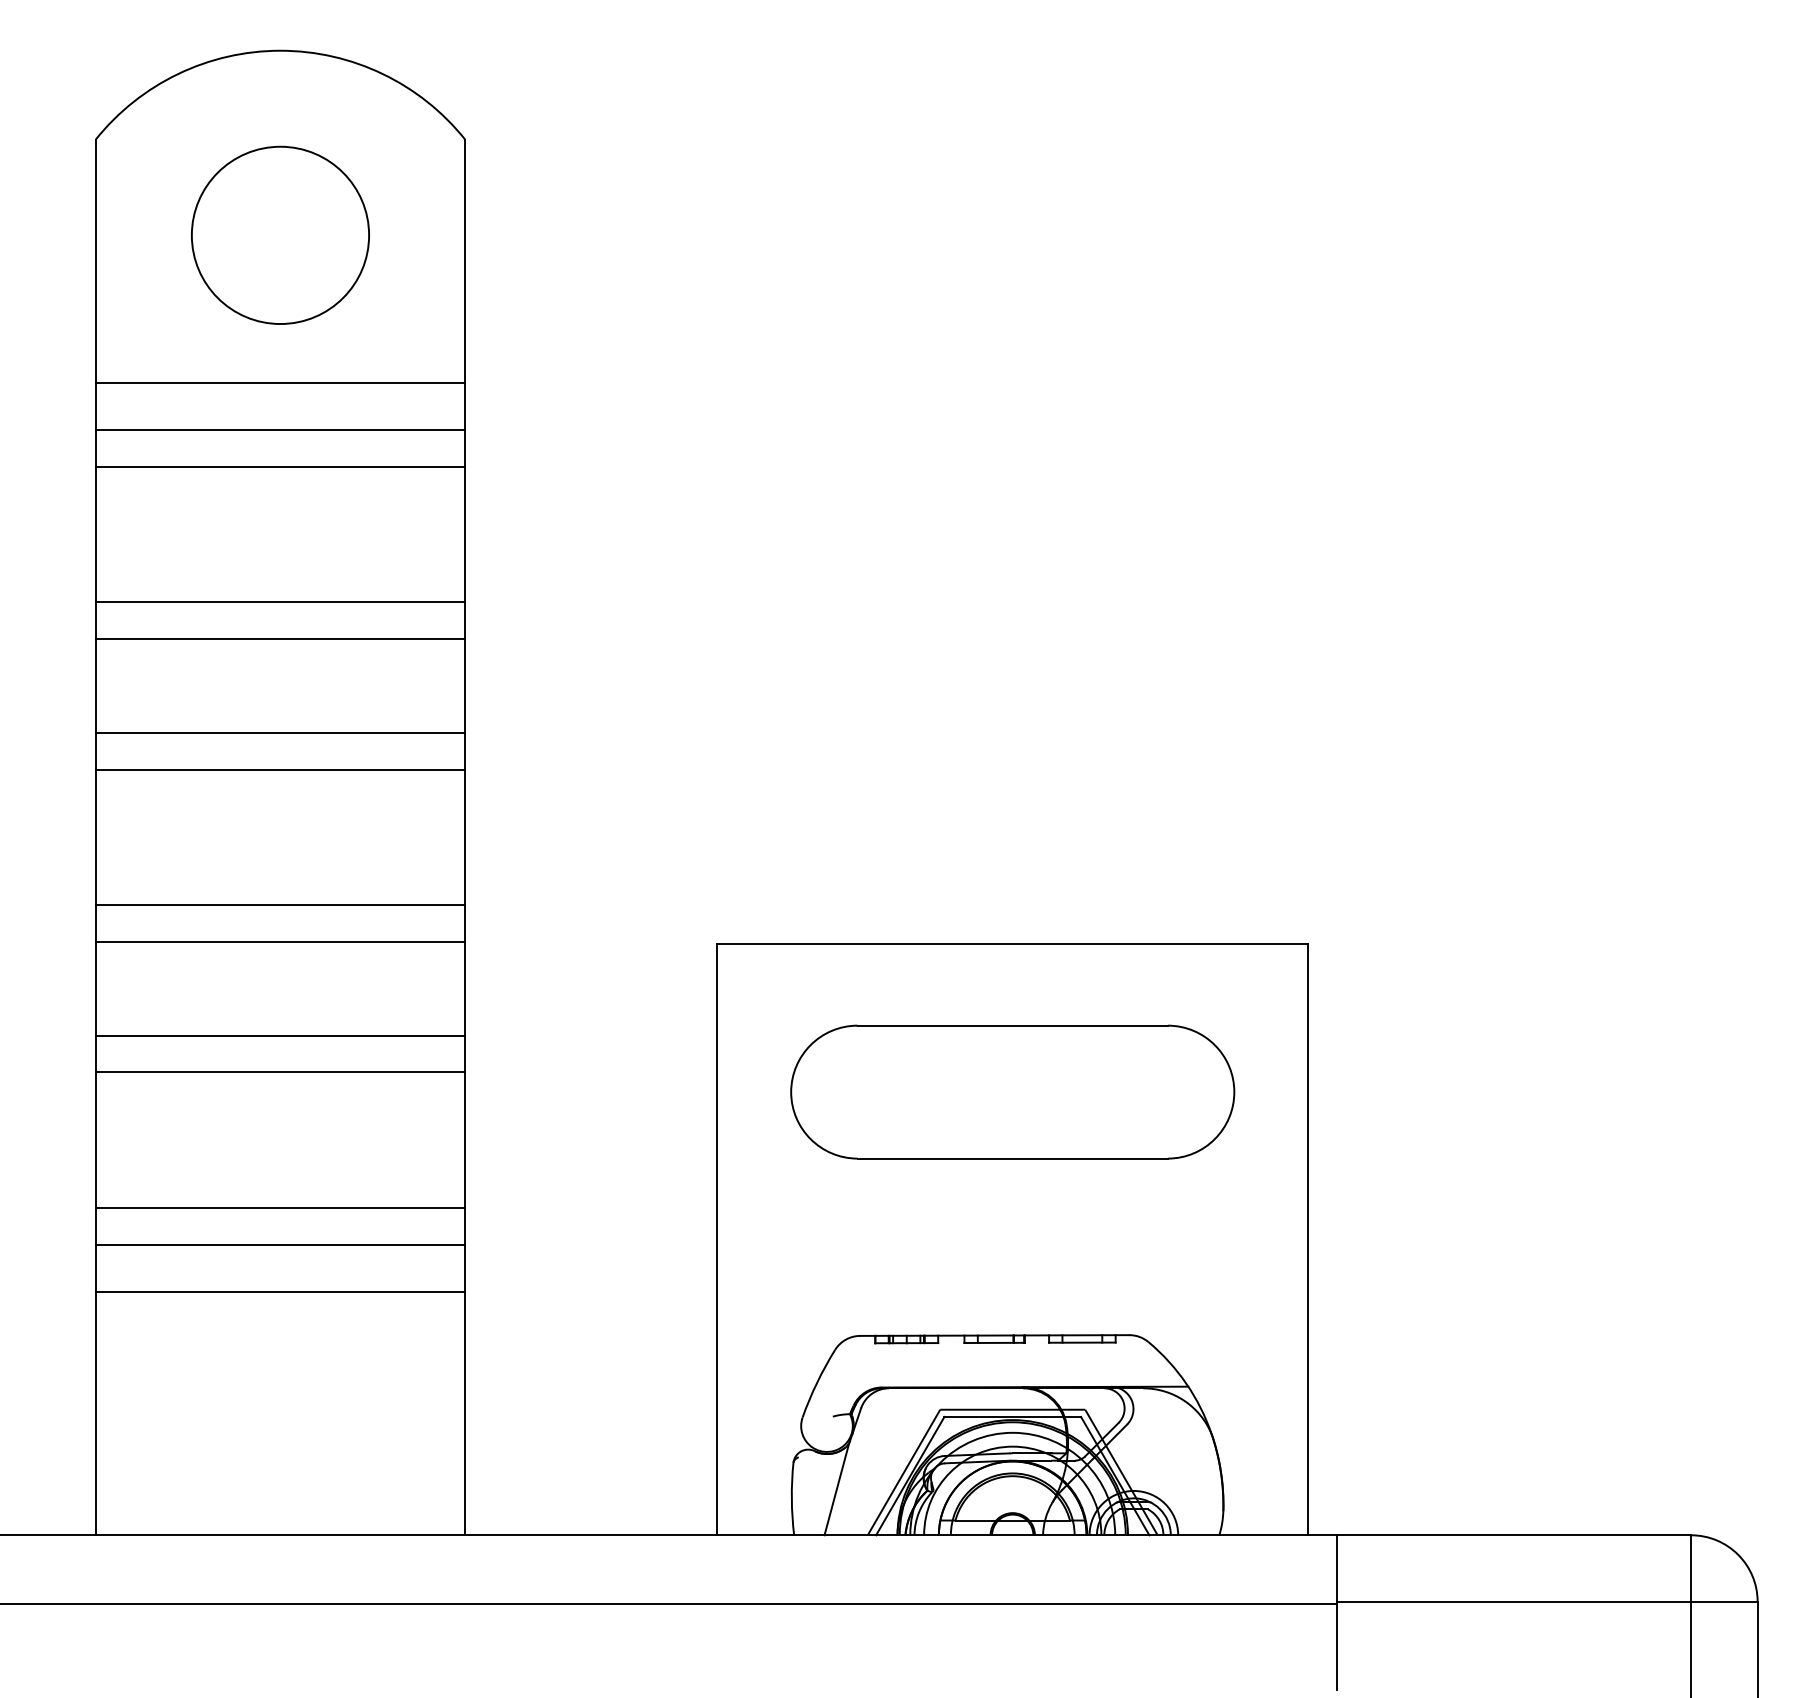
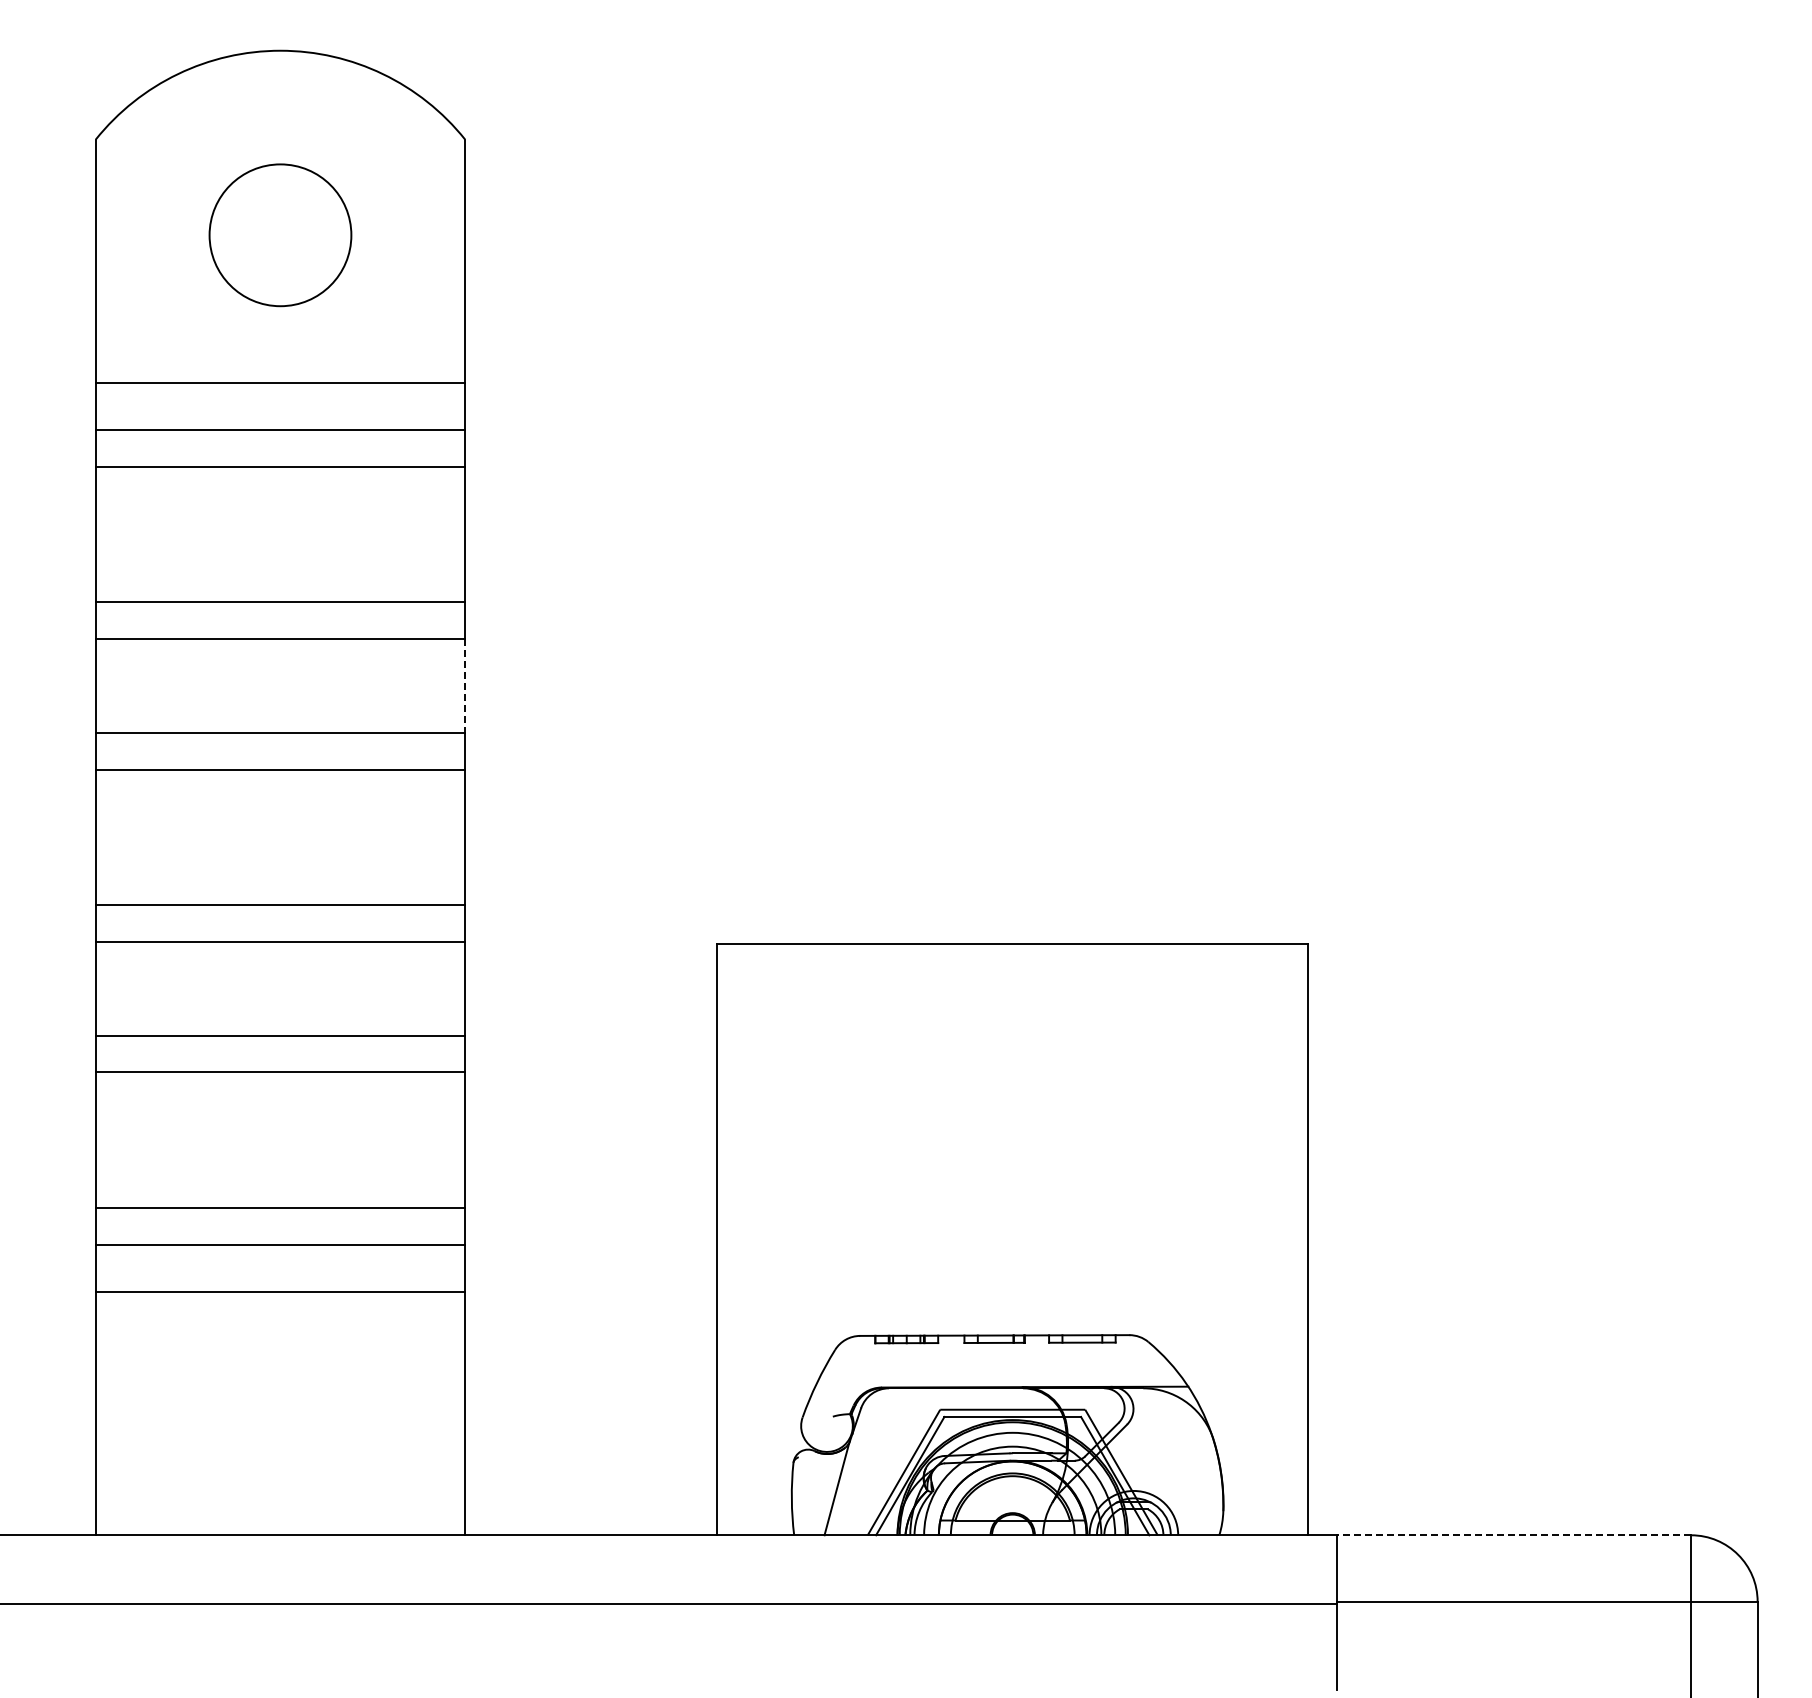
circle at (280, 234) size: 179x180 px -> 145x145 px
line at (465, 686): solid -> dashed
part at (1012, 1091): present -> none
line at (1513, 1535): solid -> dashed
